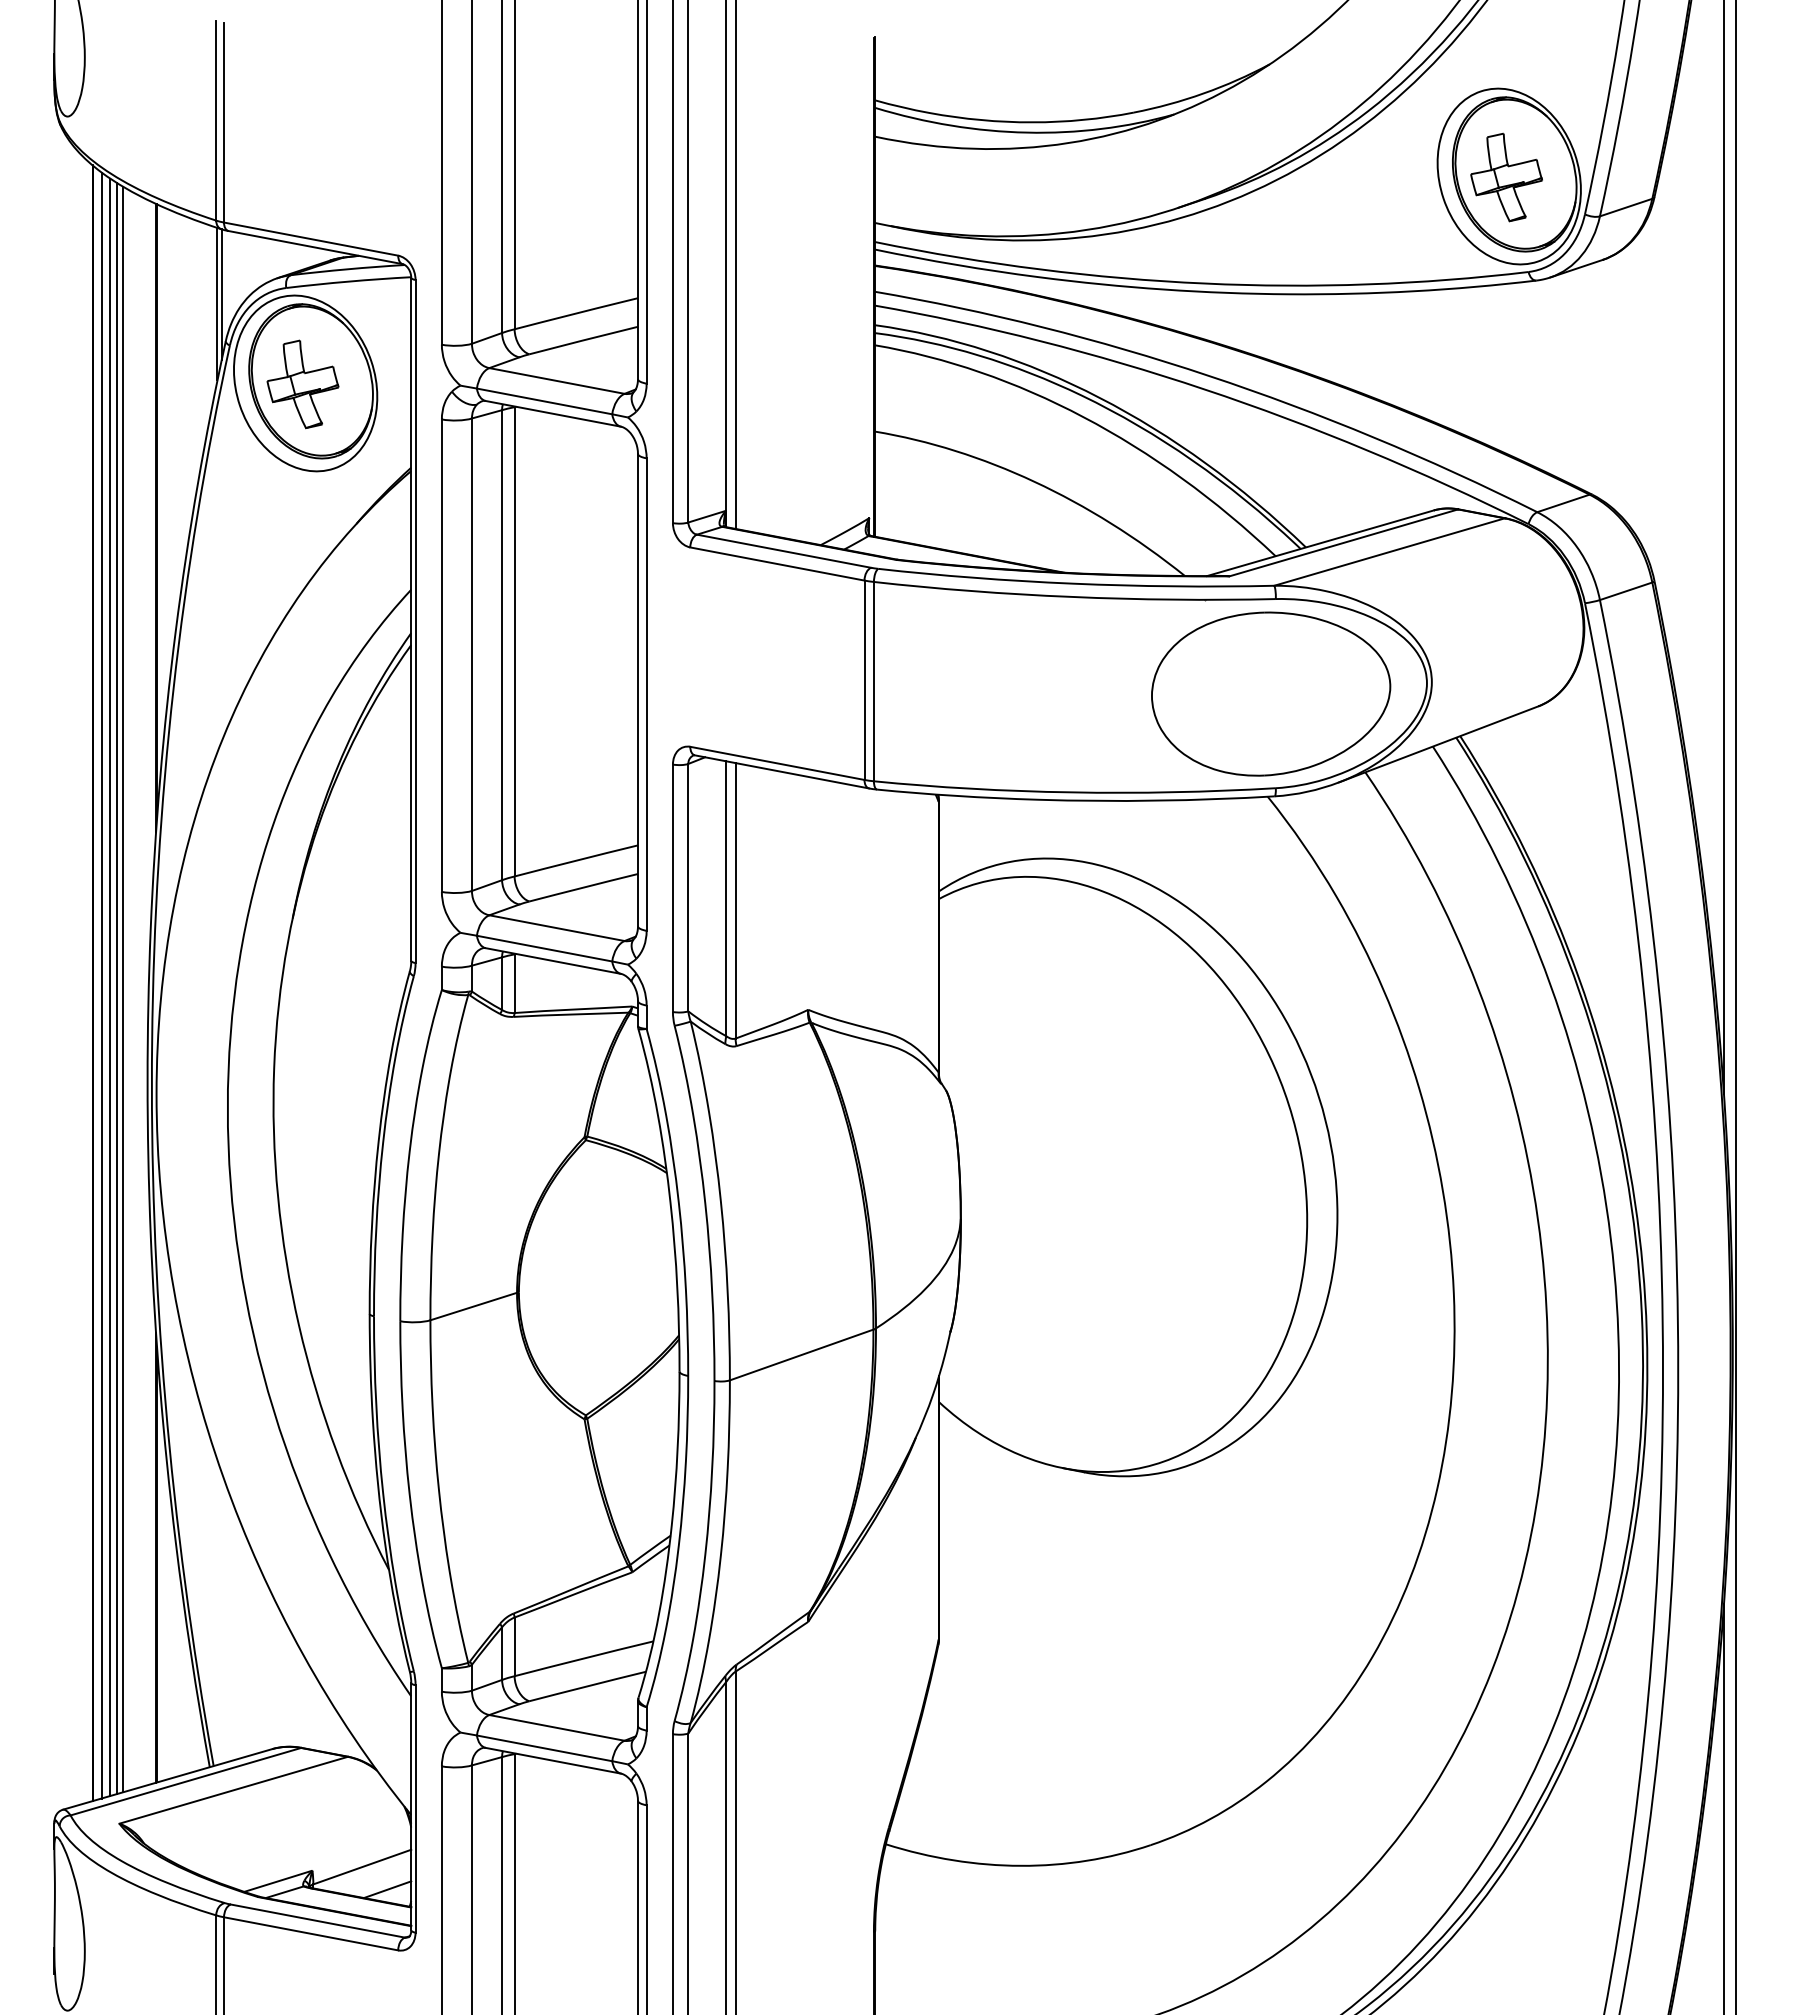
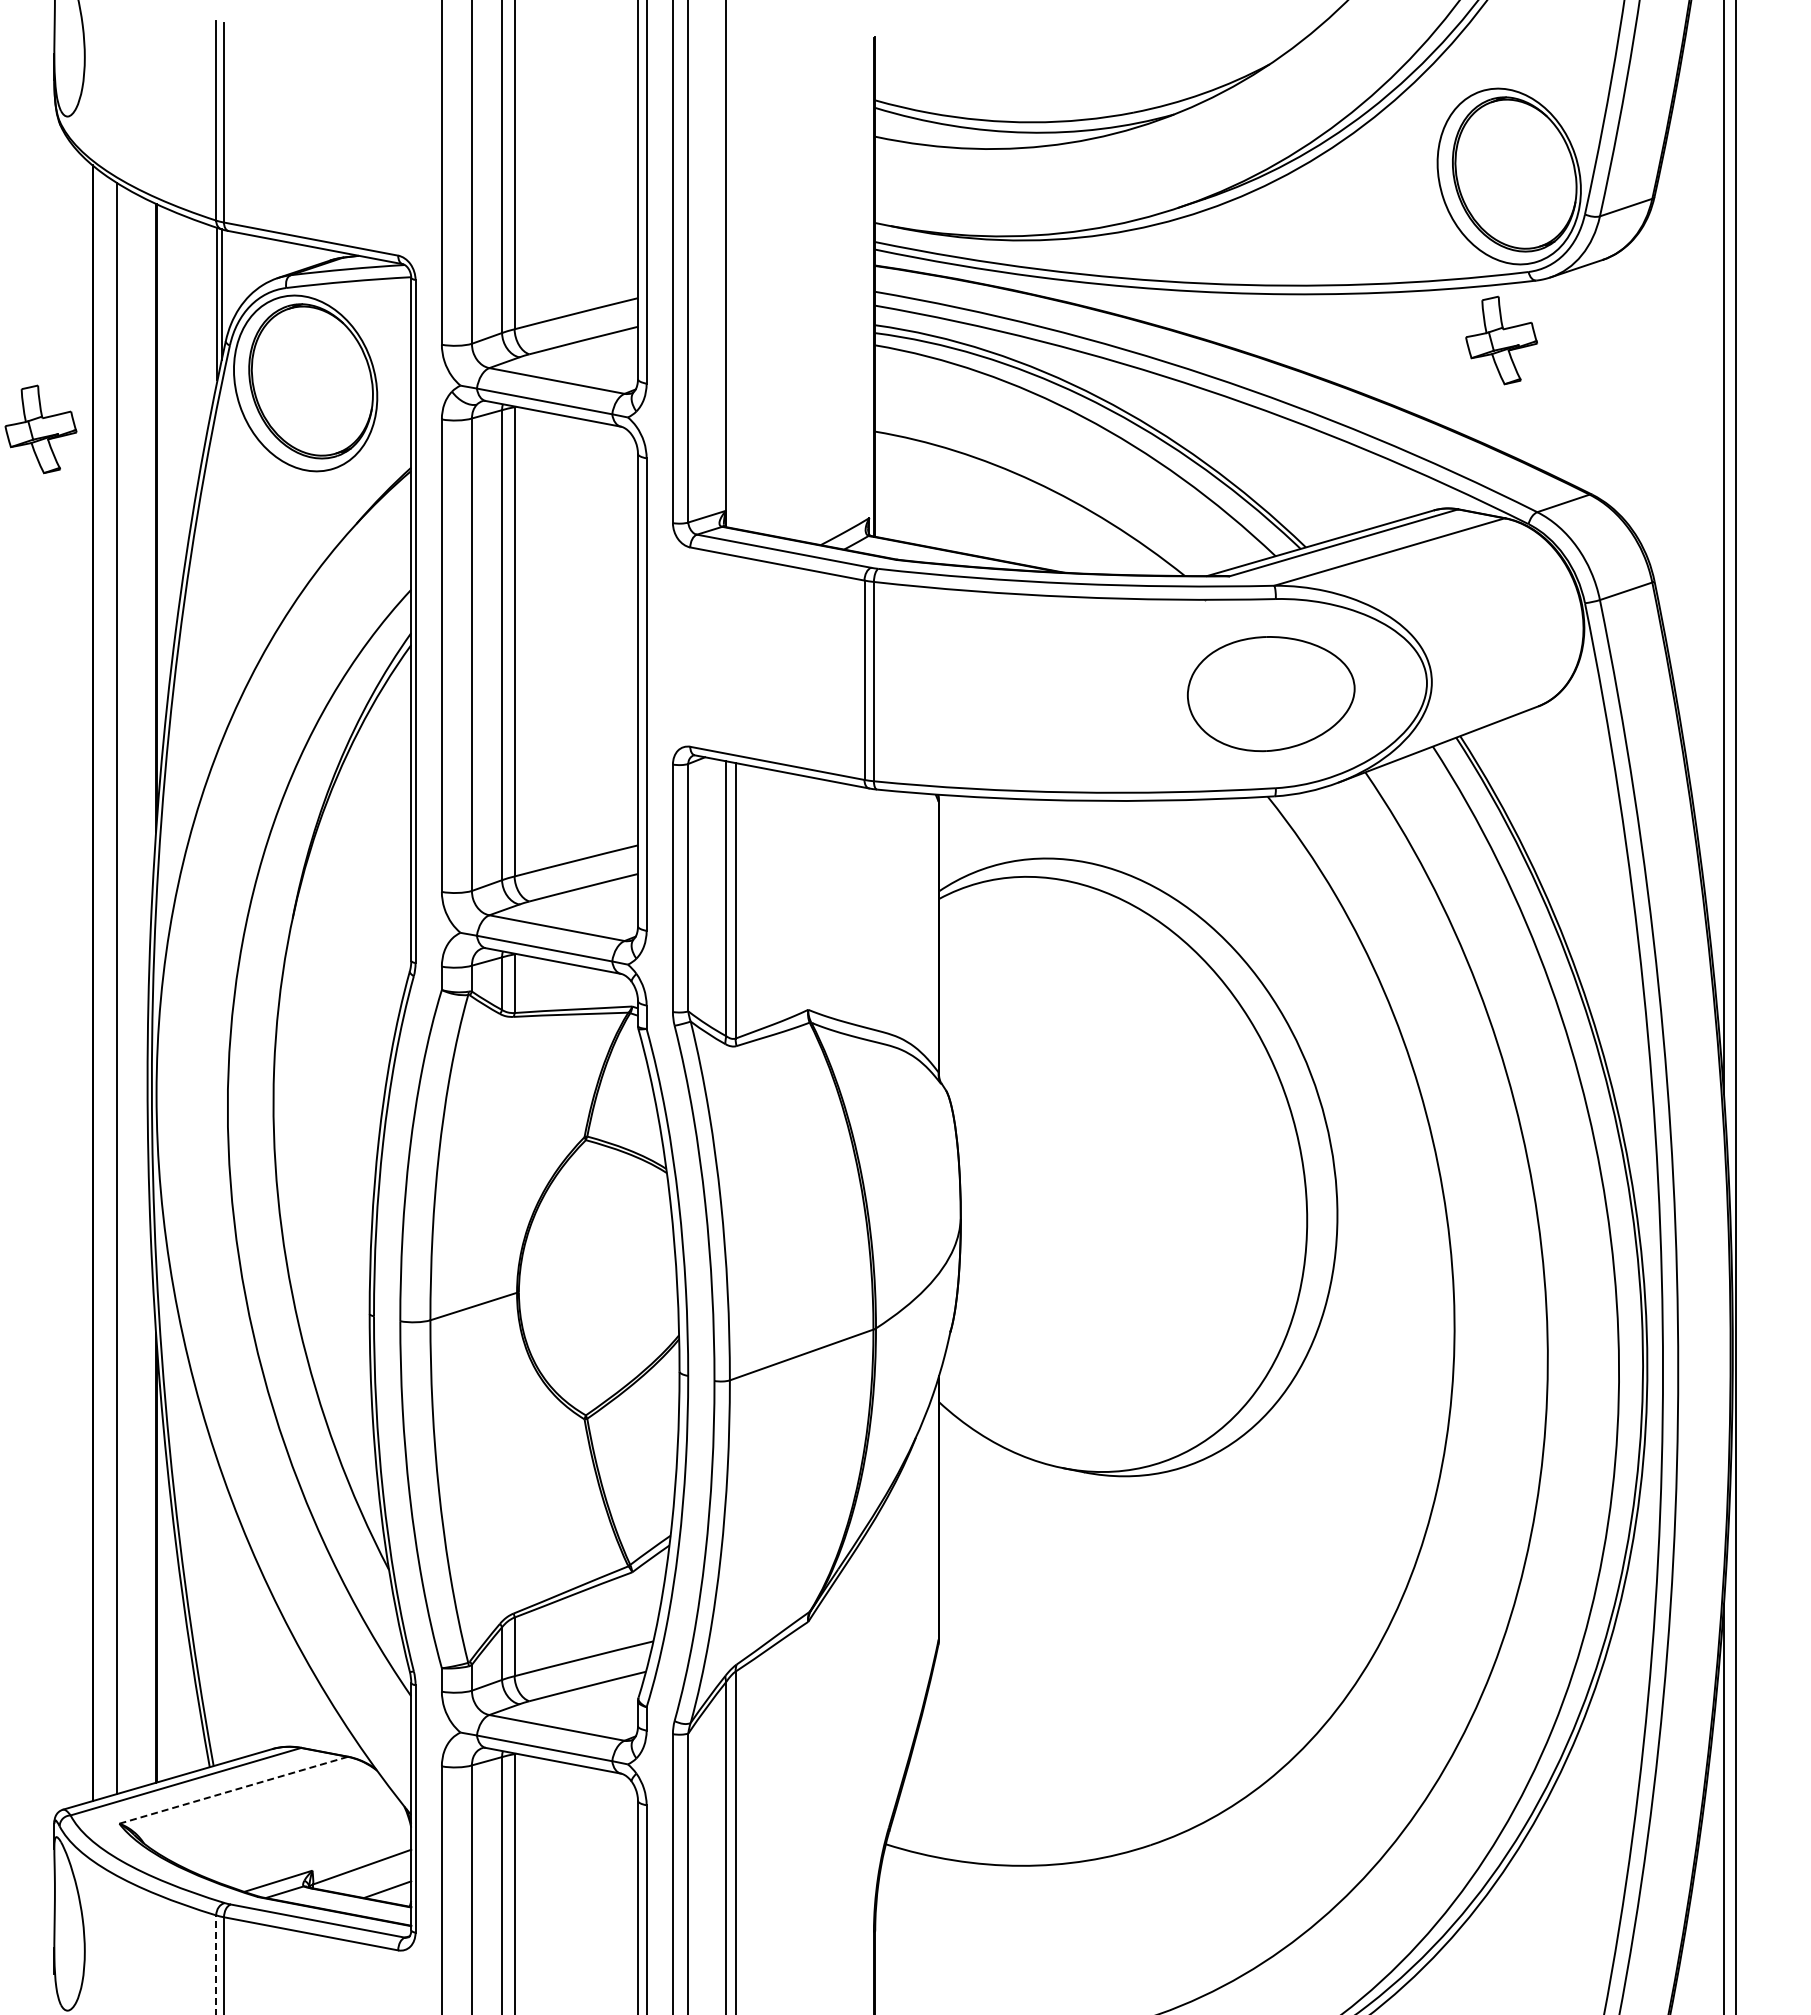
part at (1506, 177) position: (1506, 177) -> (1501, 340)
line at (735, 265): present -> none
part at (302, 384) position: (302, 384) -> (40, 429)
part at (1271, 693) size: 241x166 px -> 169x117 px
line at (101, 985): present -> none
line at (110, 987): present -> none
line at (122, 989): present -> none
line at (233, 1790): solid -> dashed
line at (216, 1964): solid -> dashed
